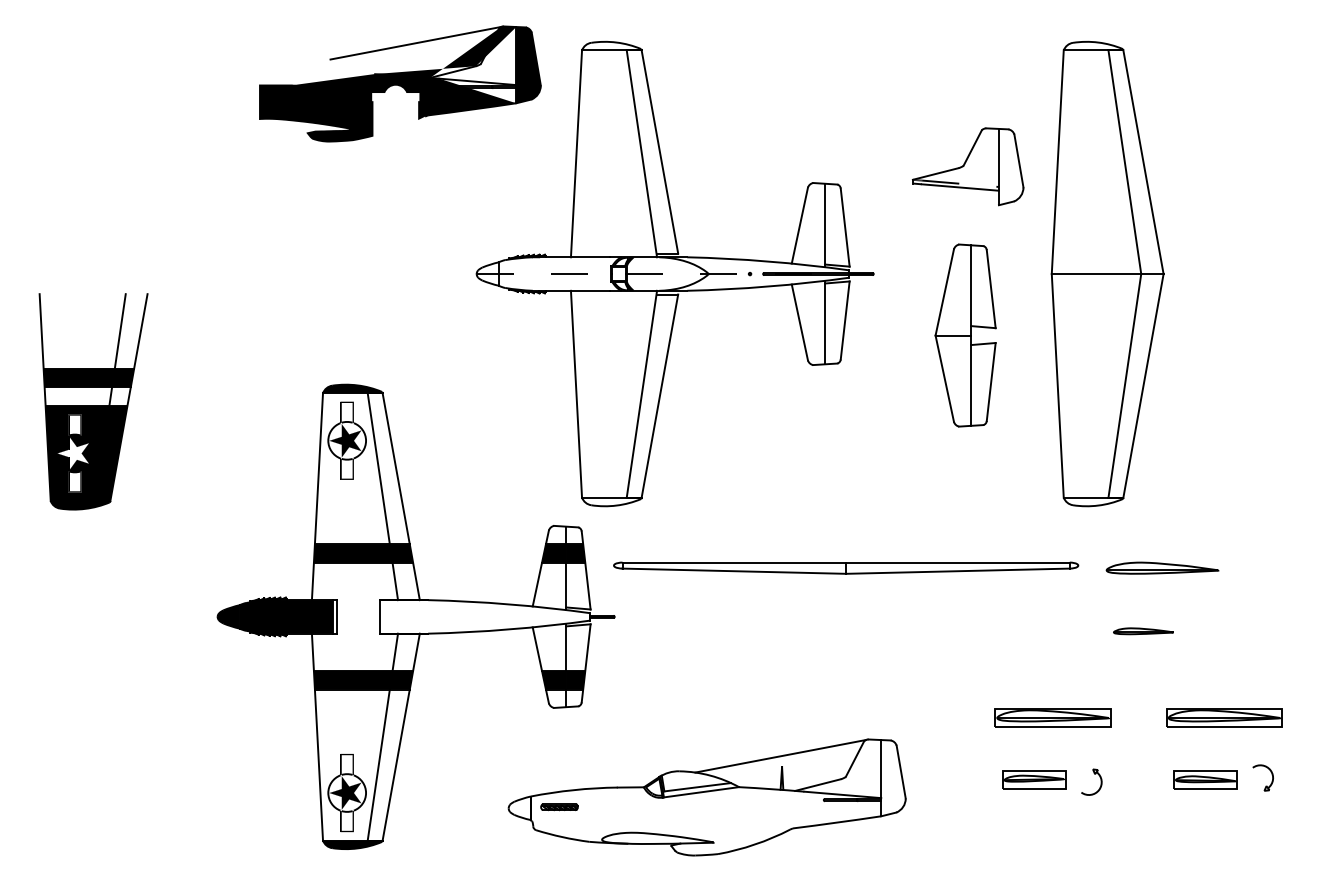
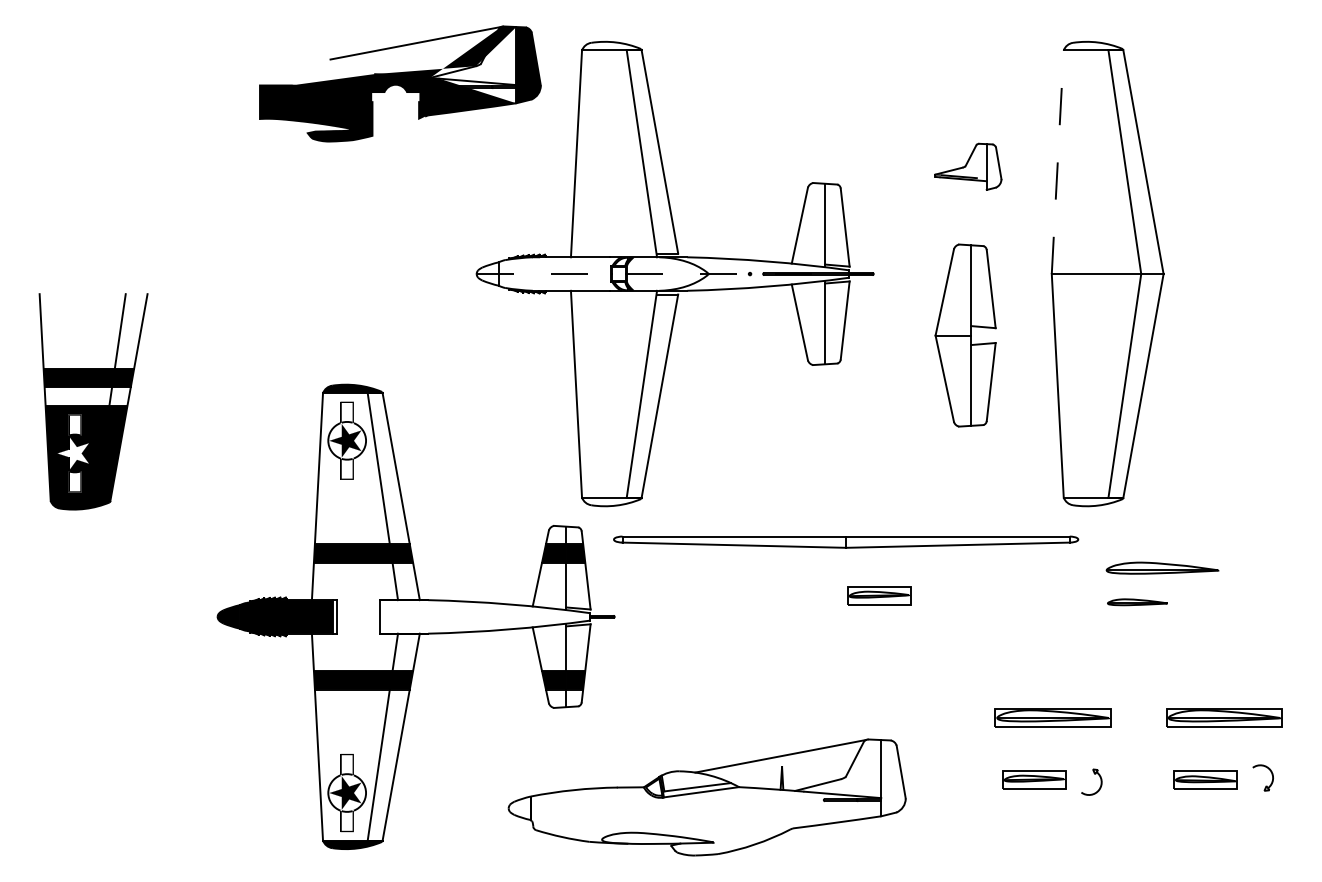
line at (1057, 162): solid -> dashed
part at (968, 166) size: 113x80 px -> 69x49 px
part at (846, 567) position: (846, 567) -> (846, 541)
part at (879, 595): none -> present
part at (1143, 631) position: (1143, 631) -> (1137, 602)
part at (559, 807): present -> none
